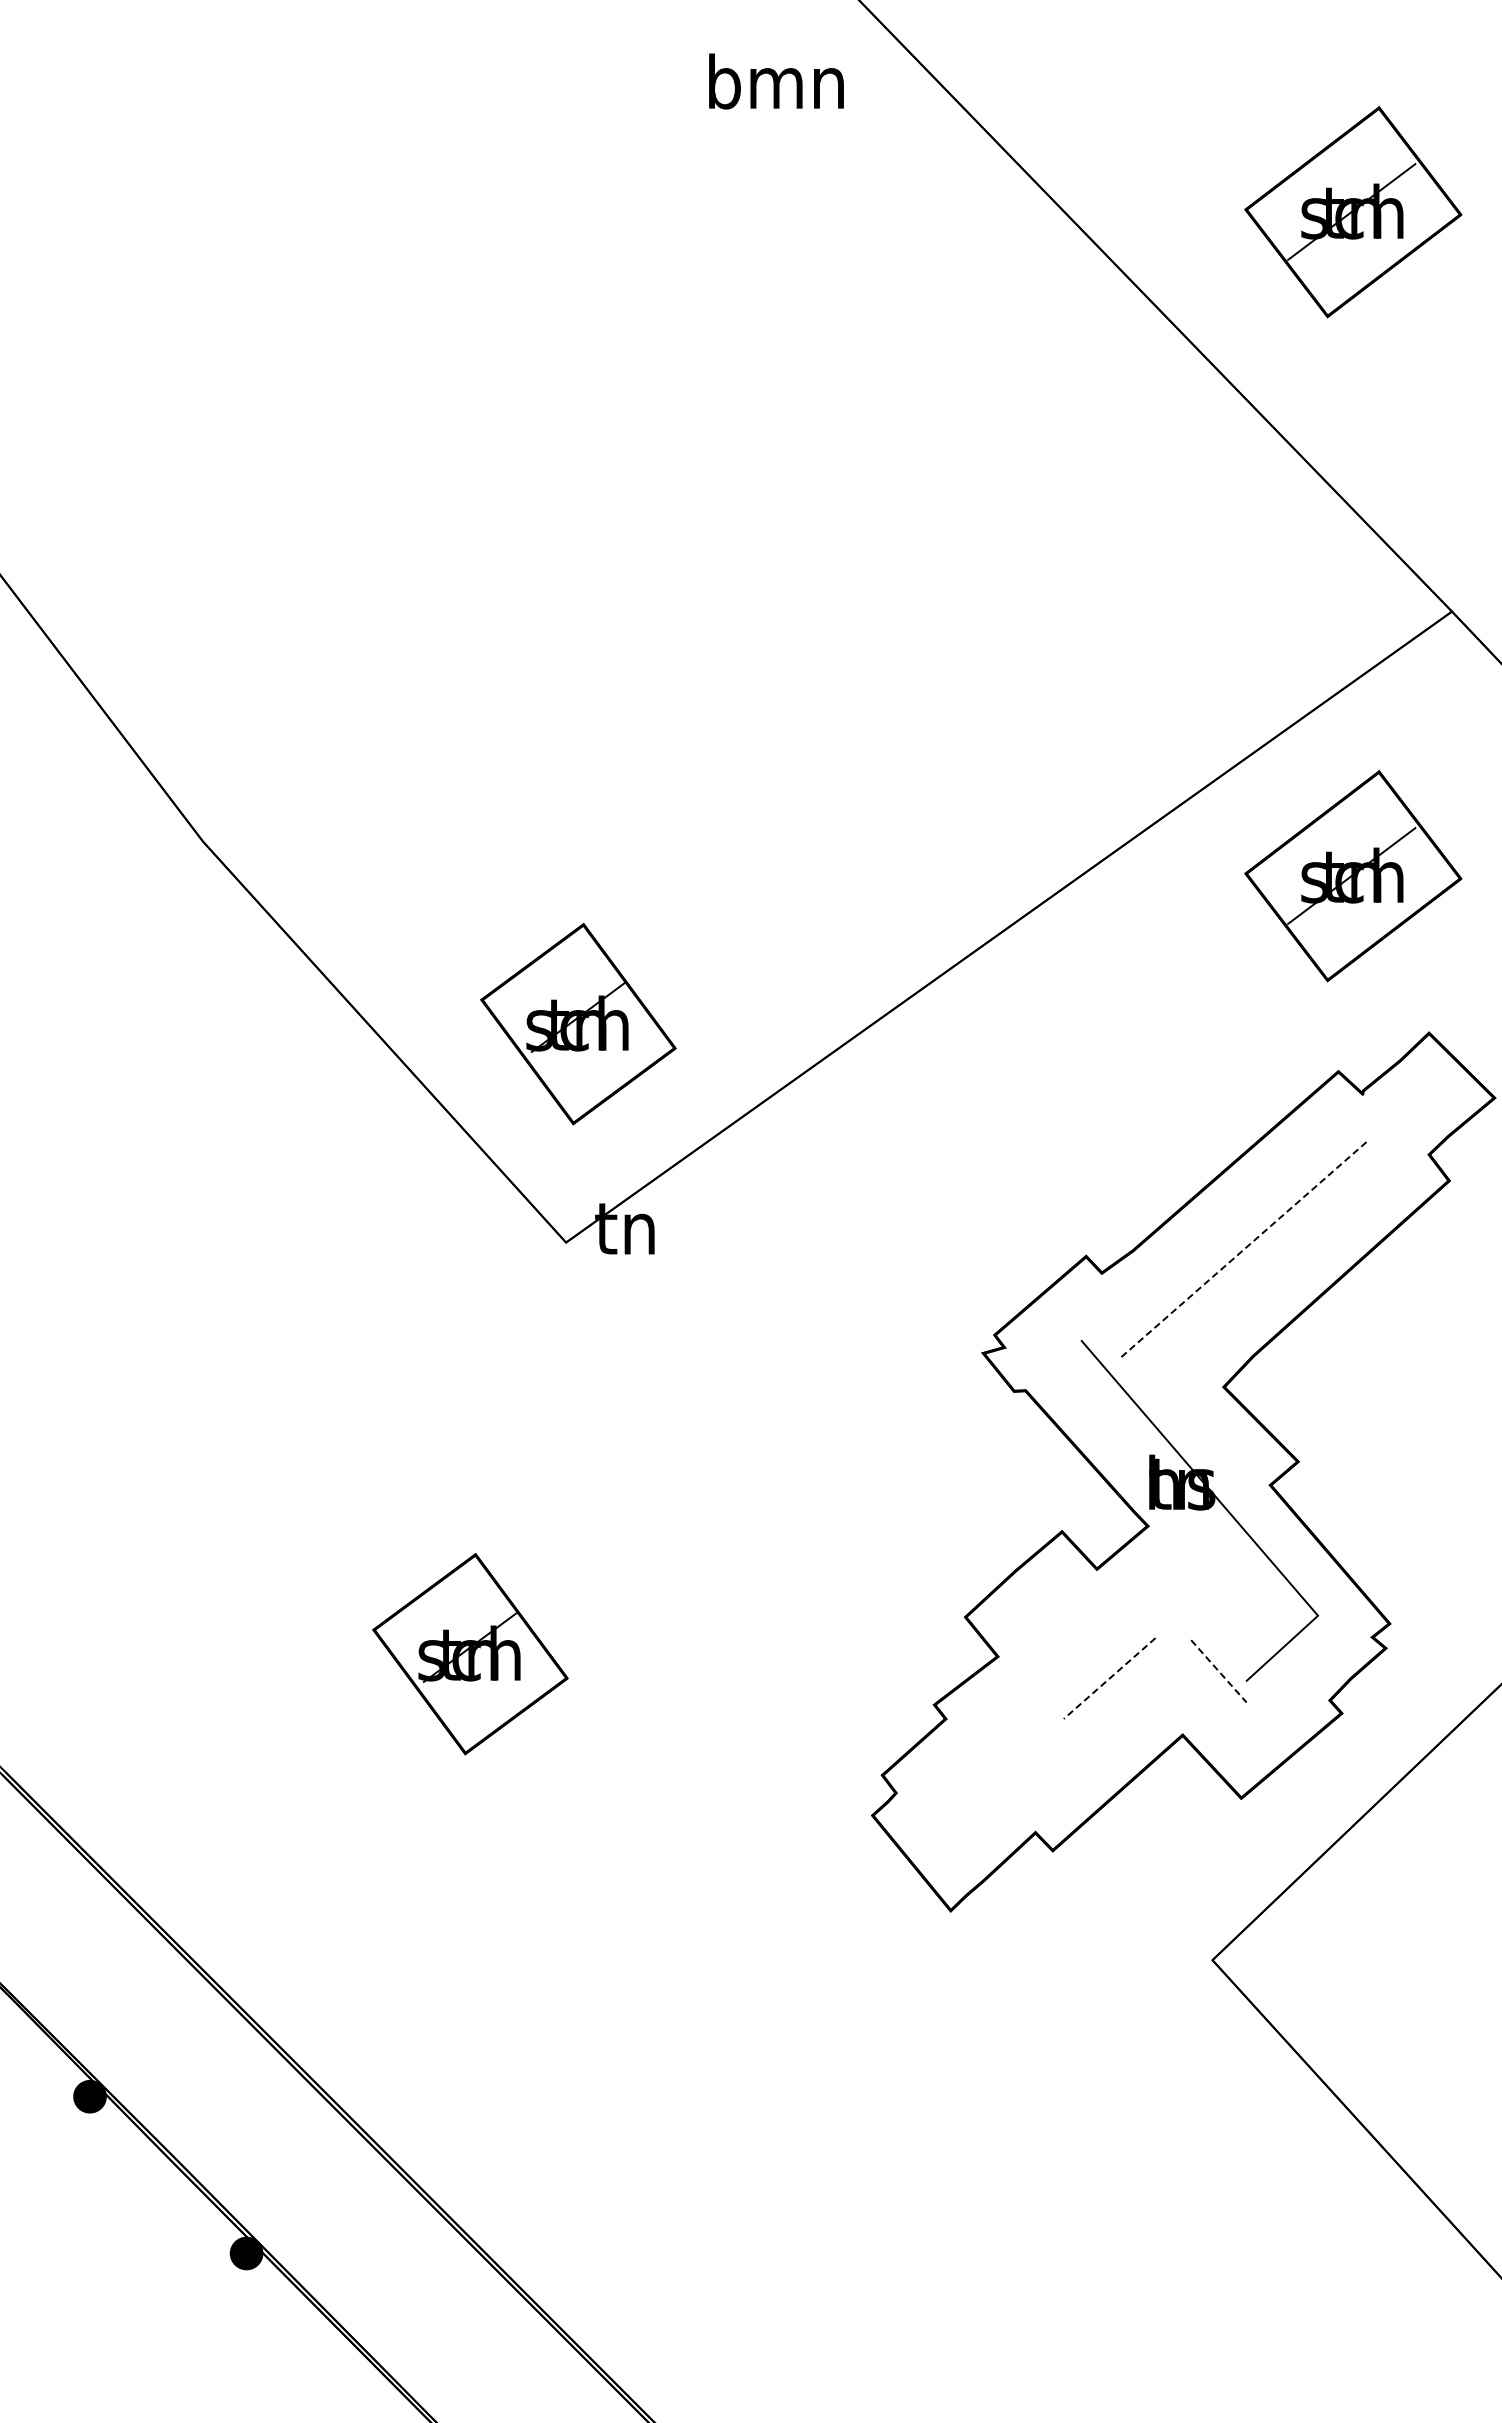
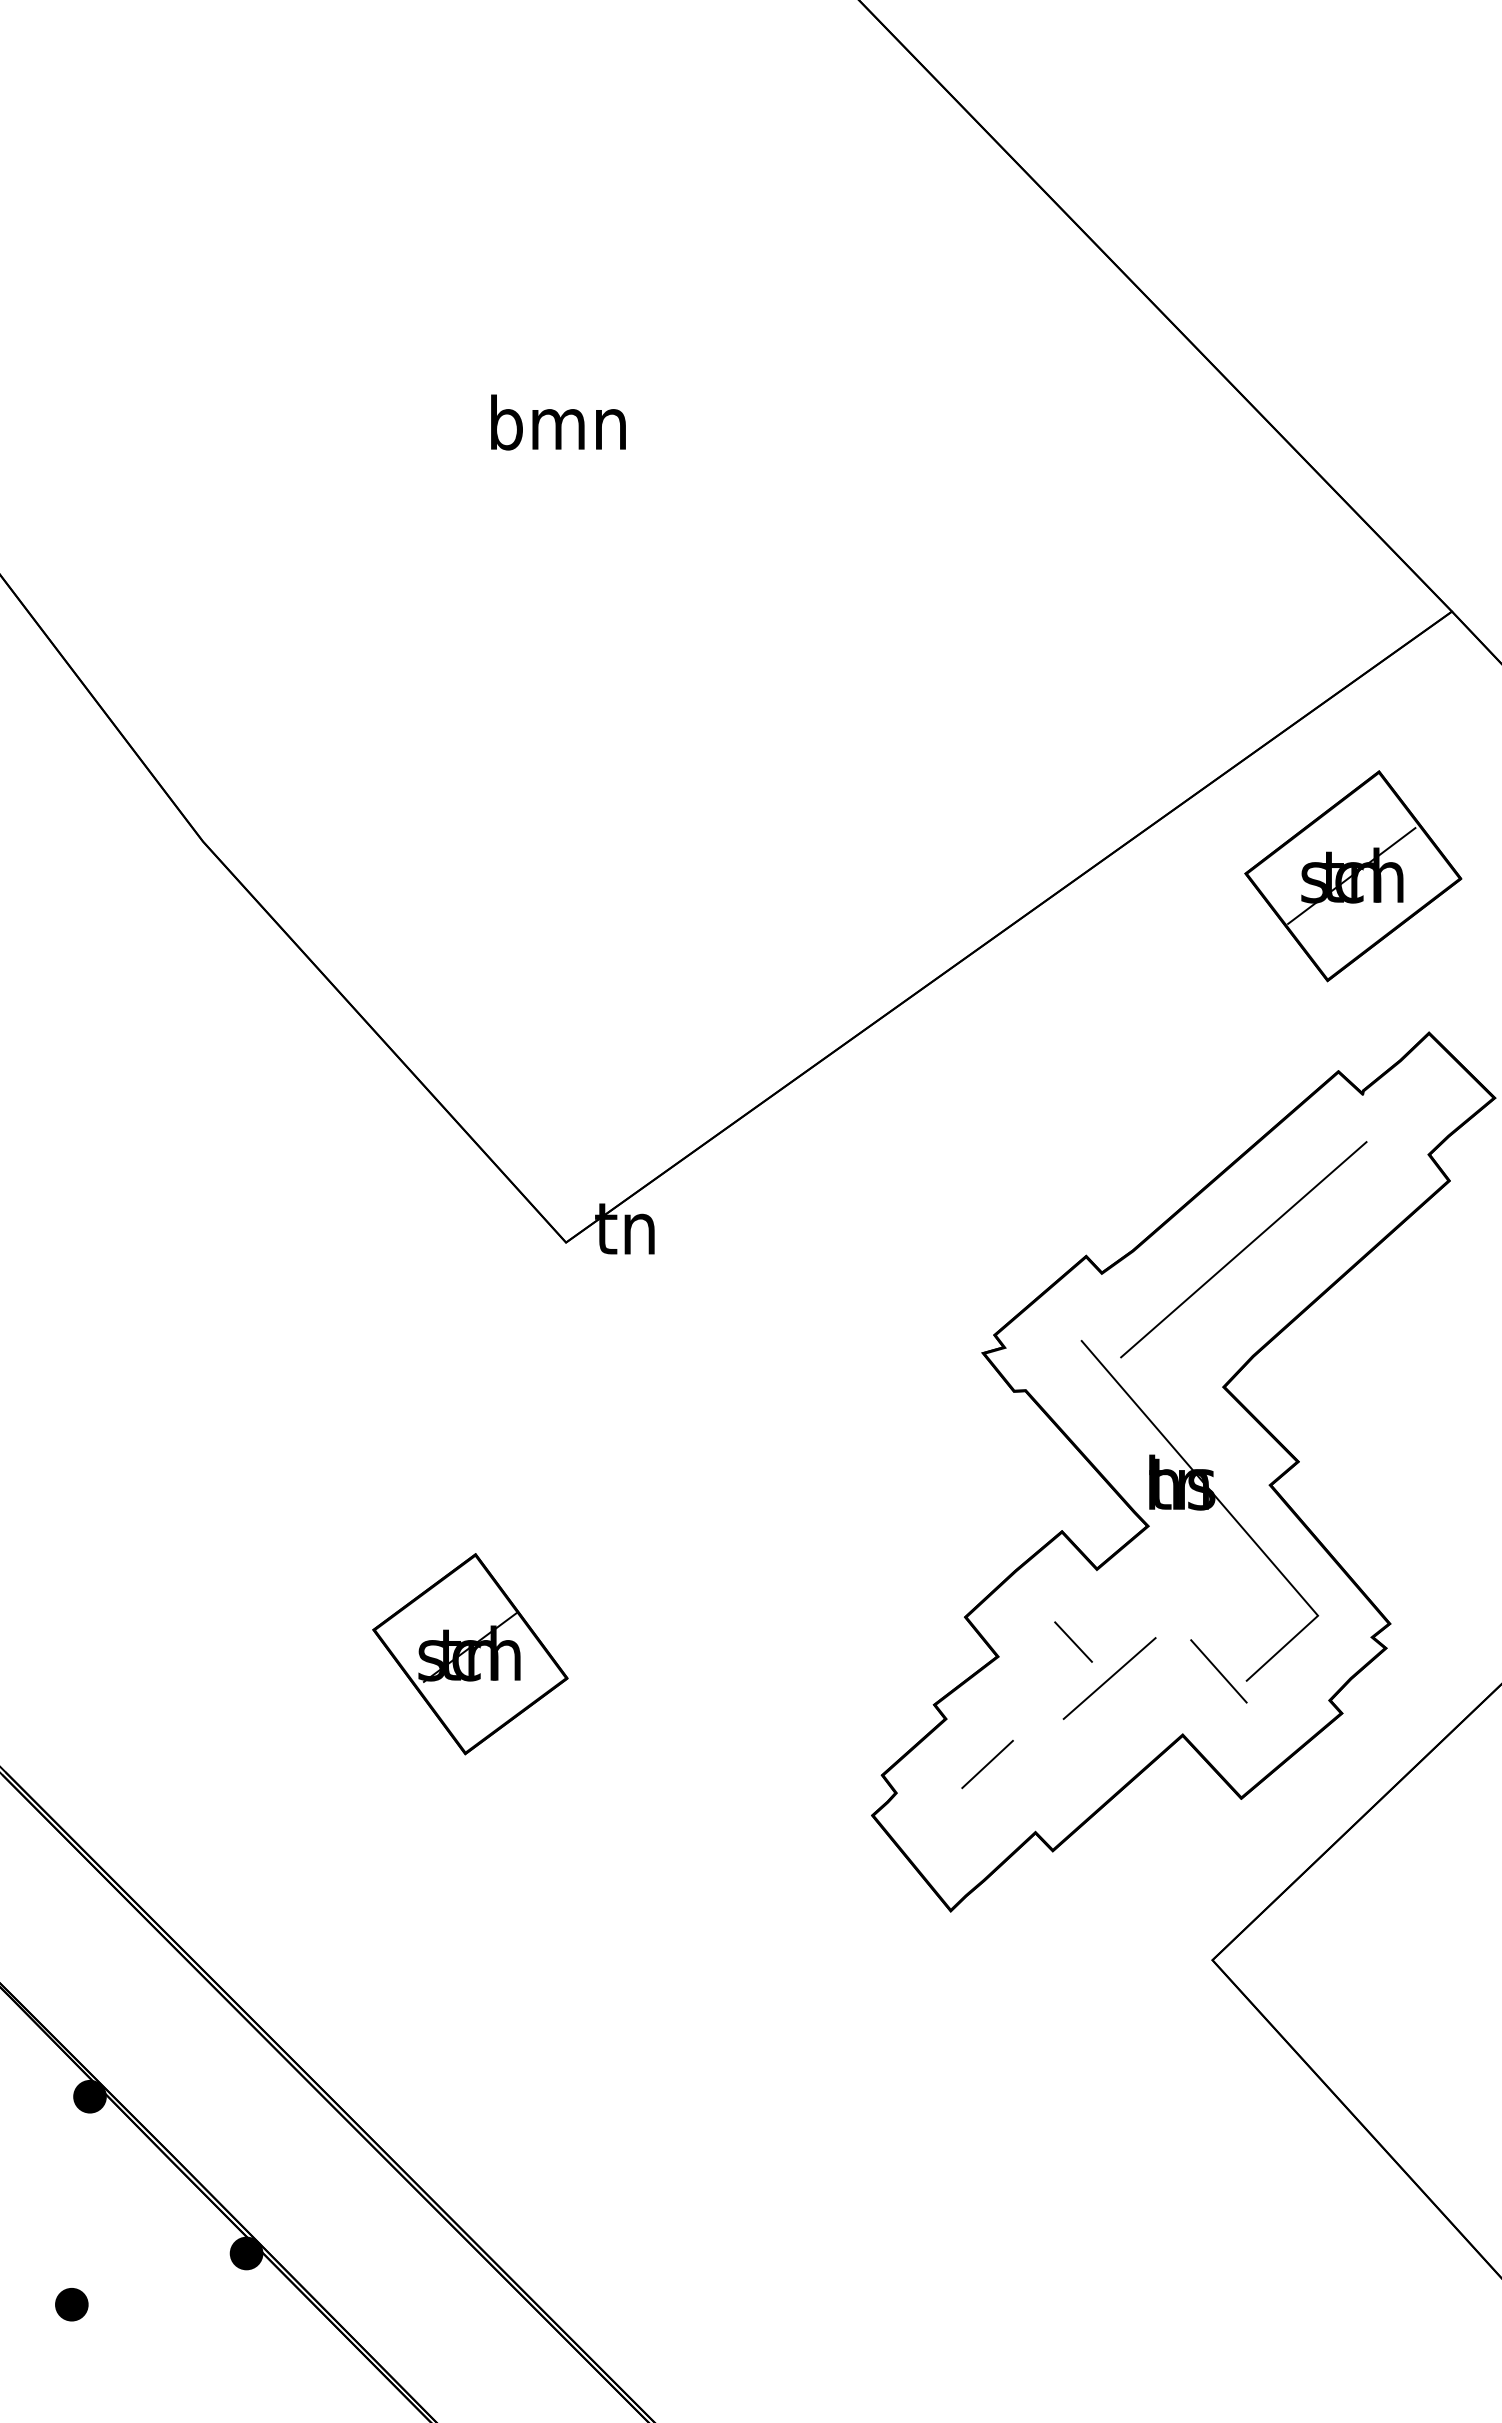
text at (776, 81) position: (776, 81) -> (558, 422)
part at (1353, 212): present -> none
part at (578, 1024): present -> none
line at (1243, 1250): dashed -> solid
line at (1073, 1641): none -> present
line at (1218, 1671): dashed -> solid
line at (1109, 1678): dashed -> solid
line at (987, 1764): none -> present
part at (71, 2304): none -> present
